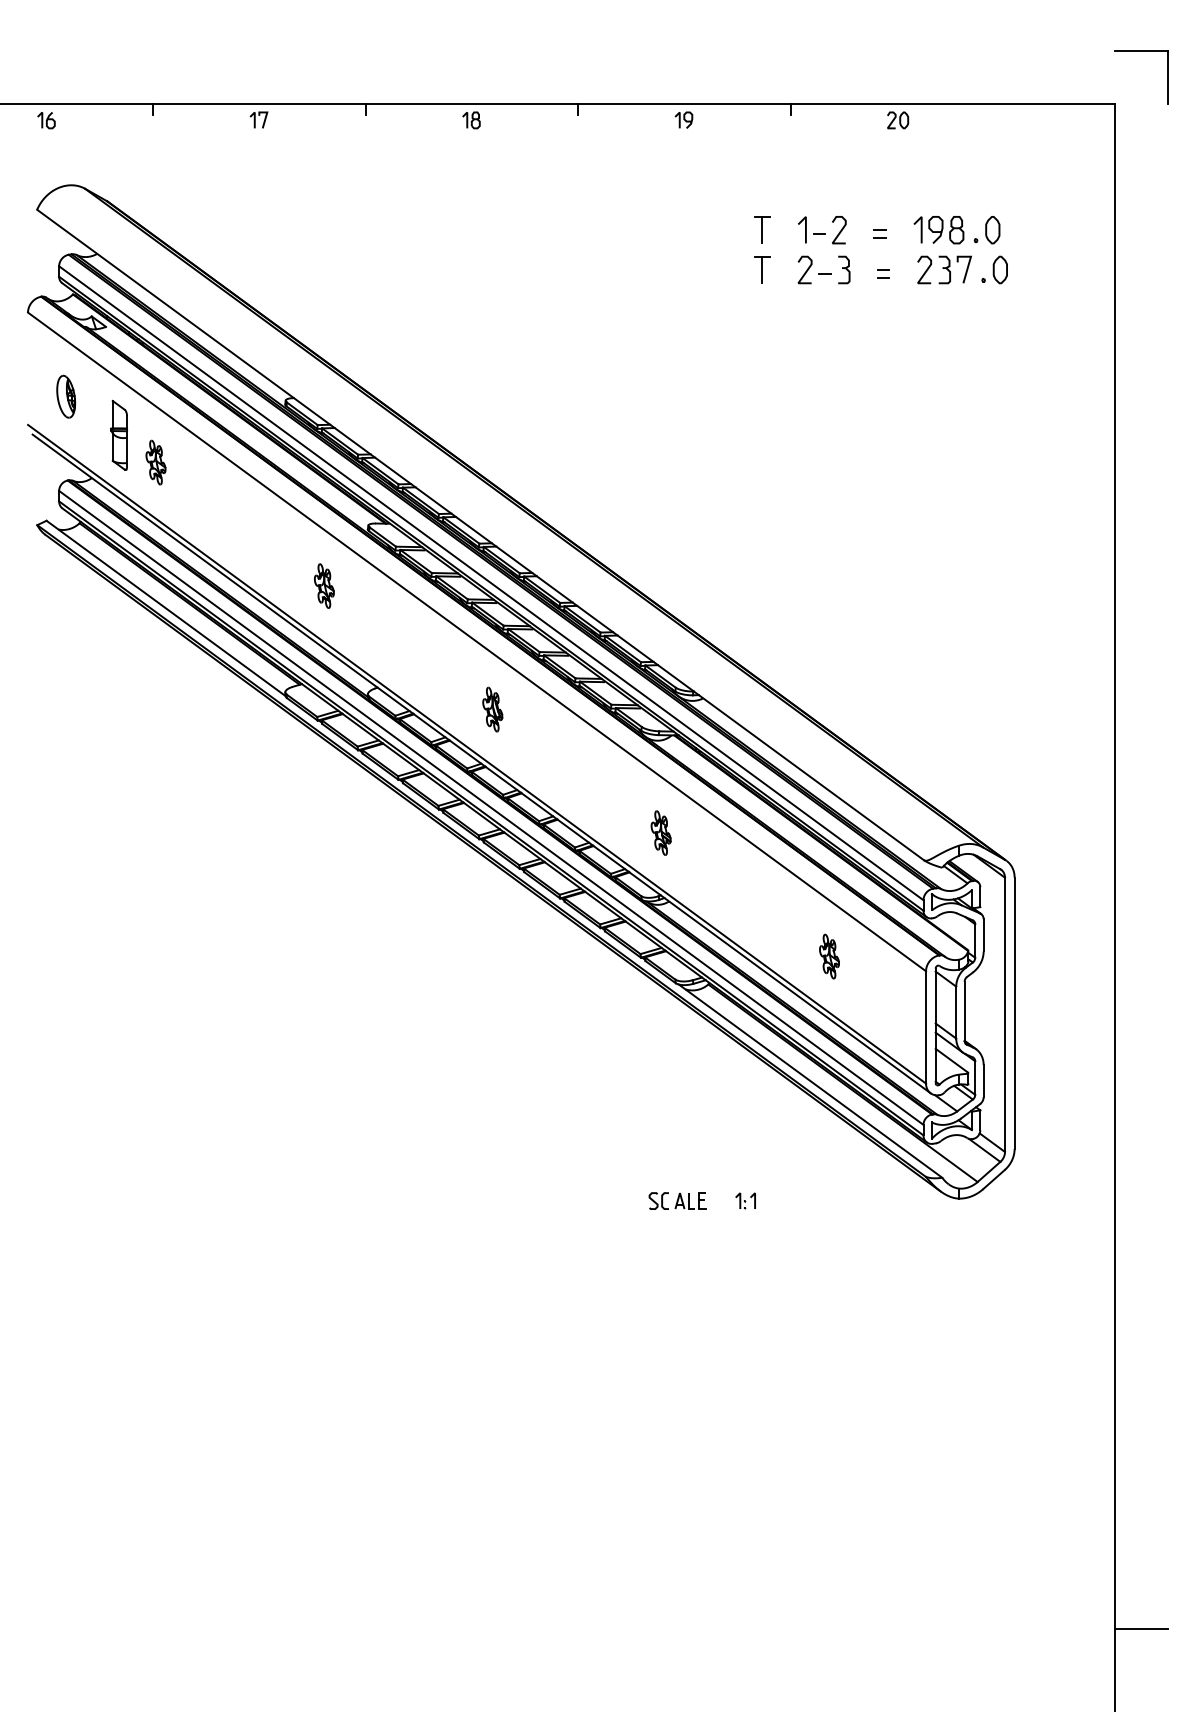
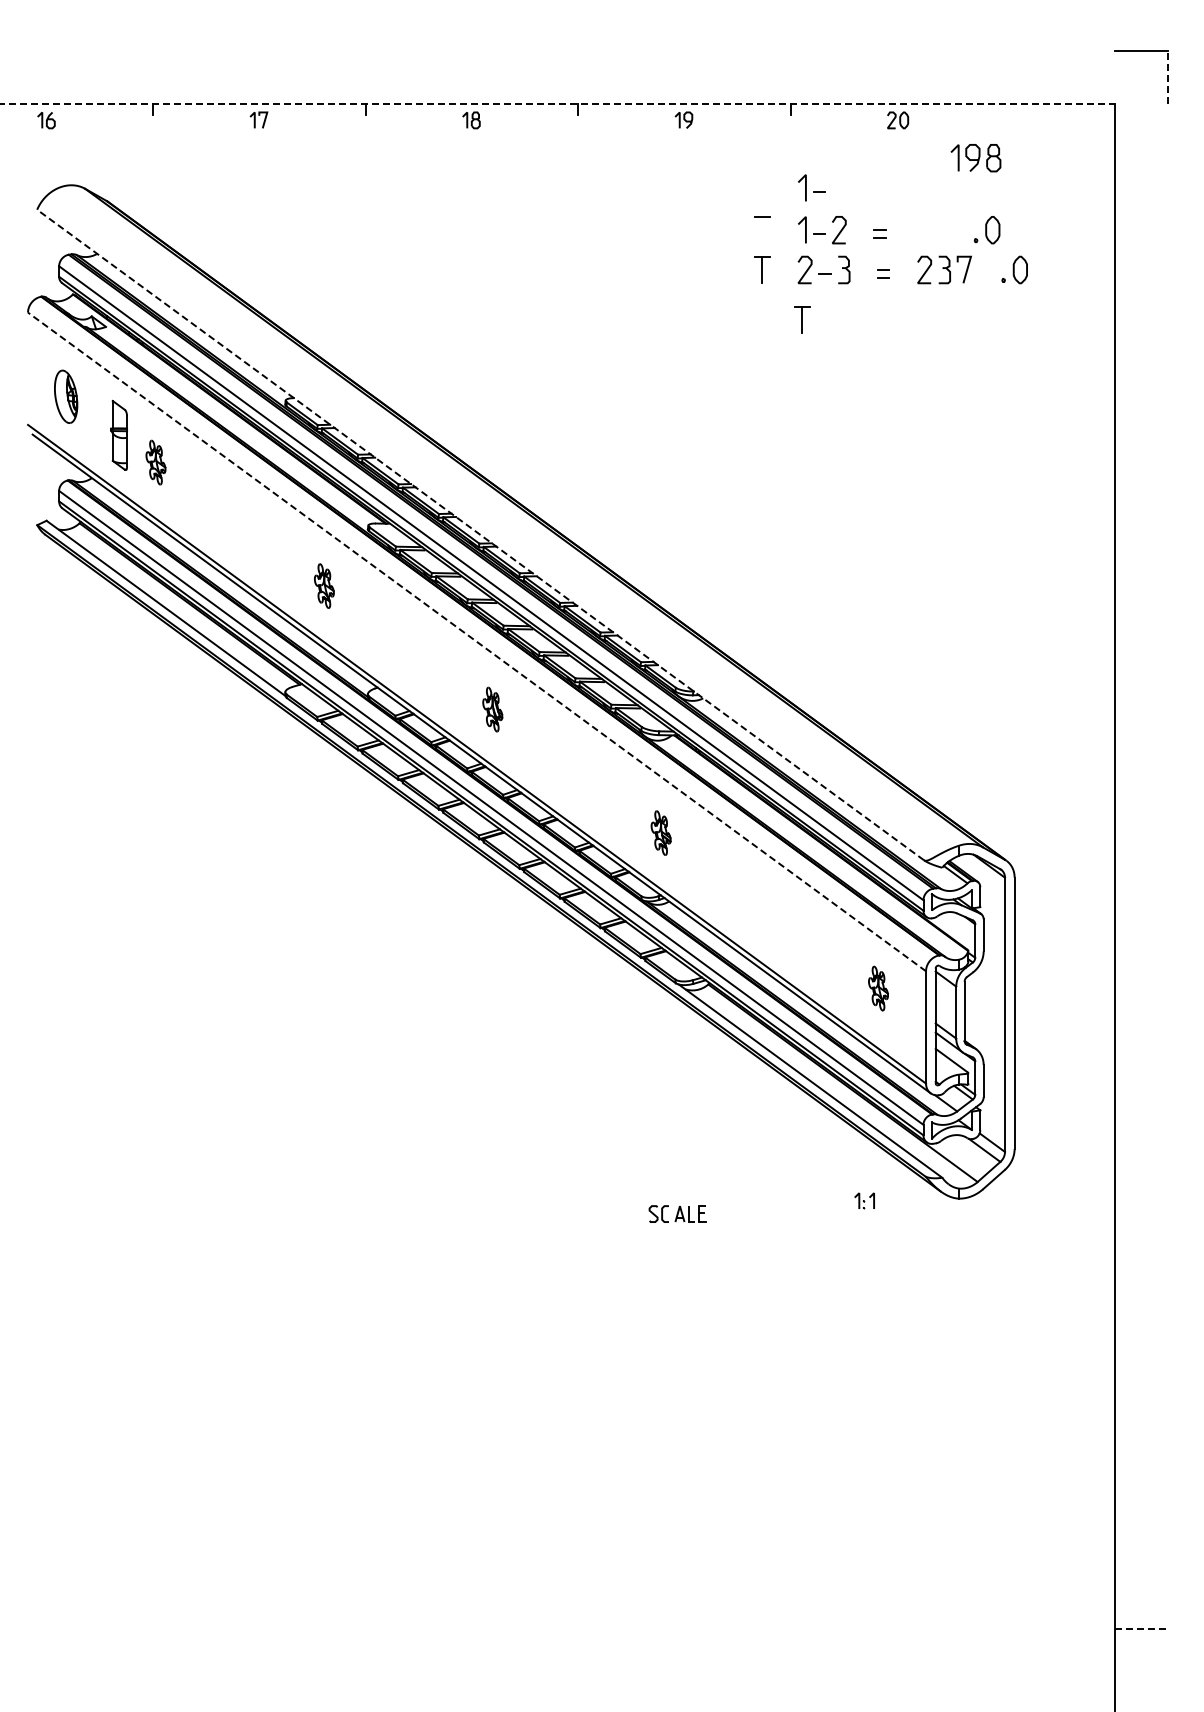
line at (1167, 77): solid -> dashed
line at (557, 104): solid -> dashed
part at (811, 187): none -> present
line at (762, 229): present -> none
part at (938, 230) position: (938, 230) -> (975, 158)
part at (994, 269) position: (994, 269) -> (1014, 269)
part at (802, 319): none -> present
part at (66, 396) size: 21x45 px -> 25x55 px
line at (480, 535): solid -> dashed
line at (477, 641): solid -> dashed
part at (829, 956) position: (829, 956) -> (878, 988)
part at (677, 1200) position: (677, 1200) -> (677, 1213)
part at (745, 1200) position: (745, 1200) -> (864, 1200)
line at (1141, 1629): solid -> dashed
